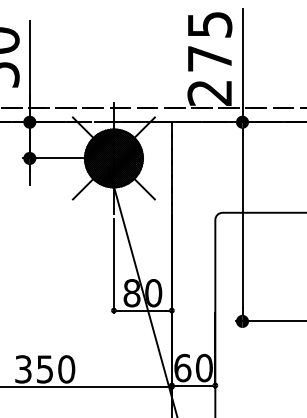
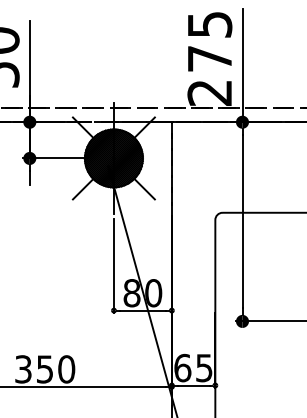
text at (203, 367): 60 -> 65
